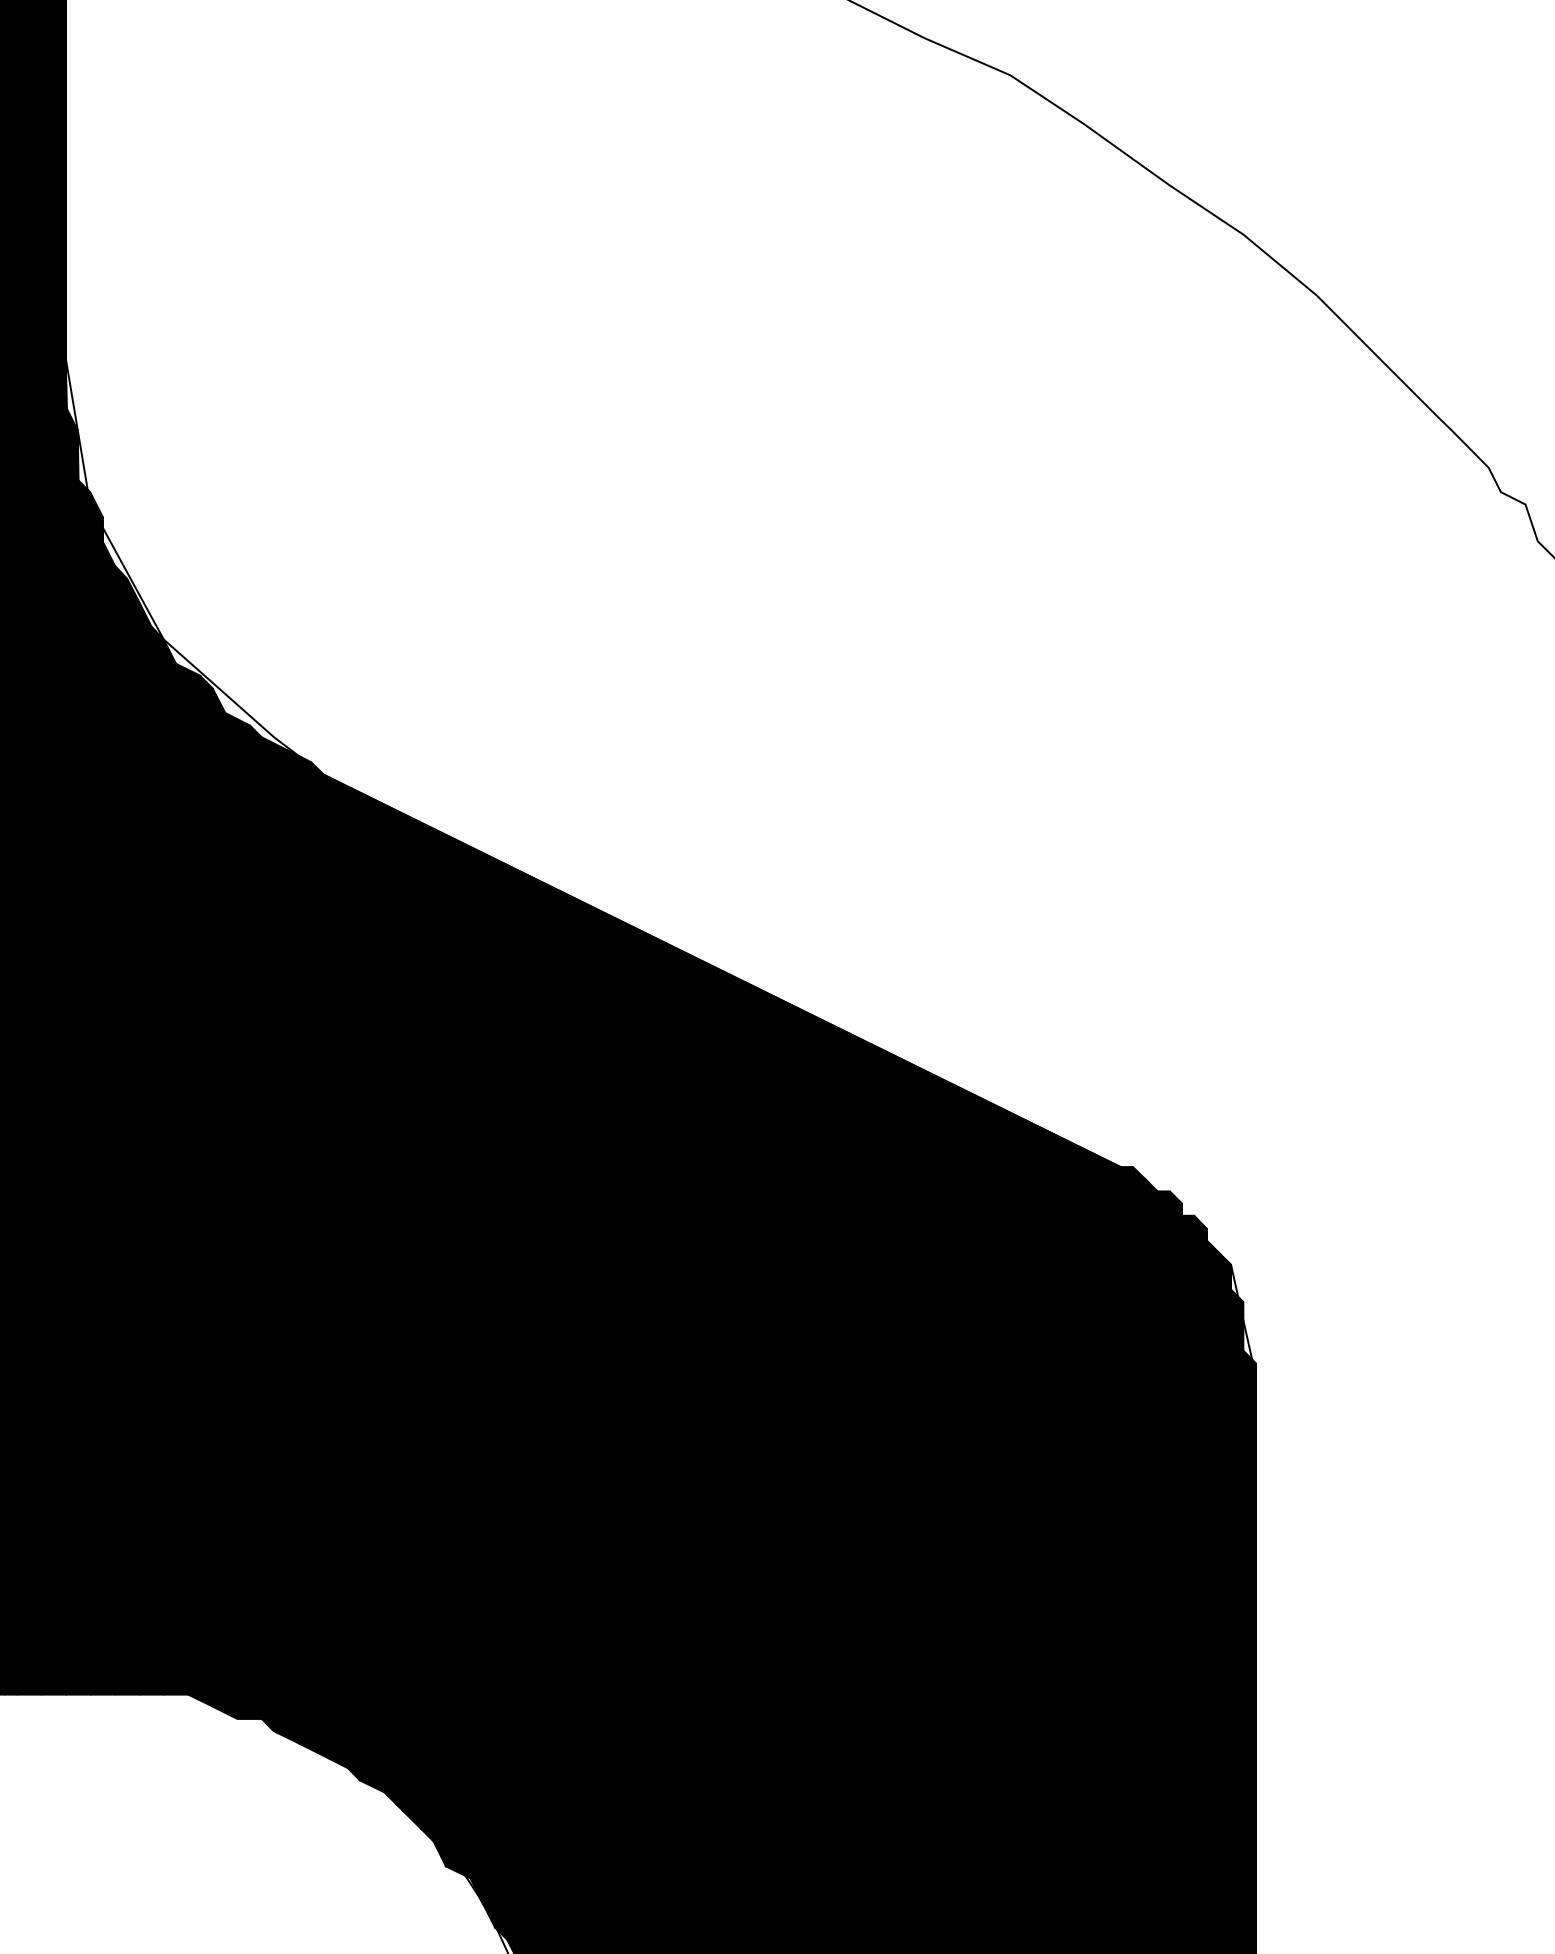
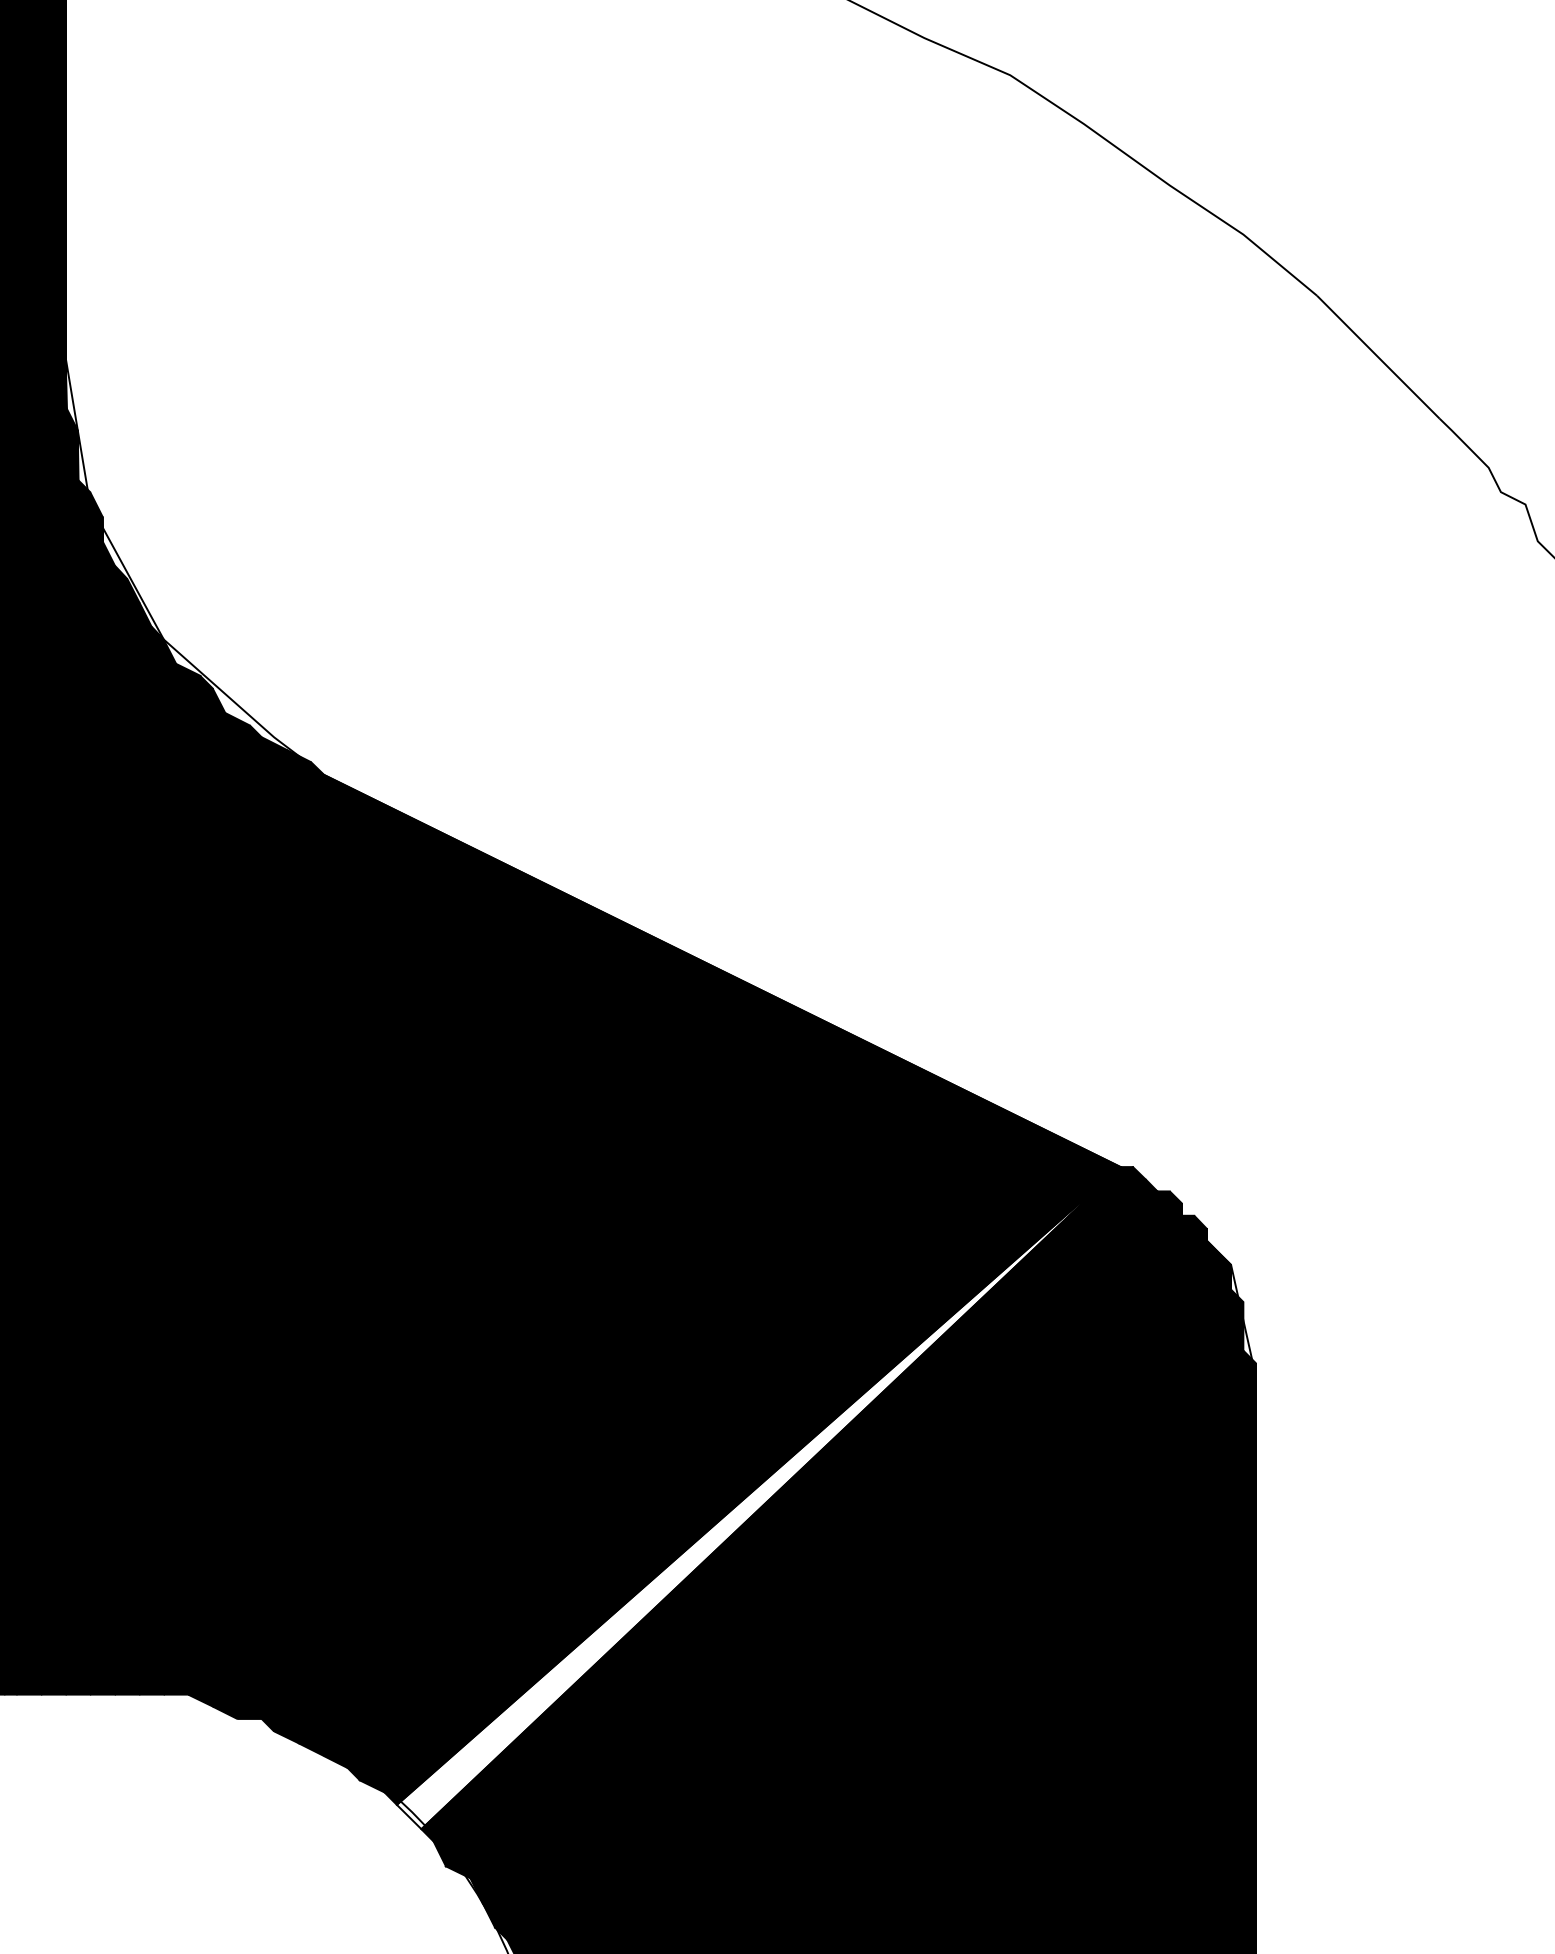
fill at (758, 1498): present -> none
